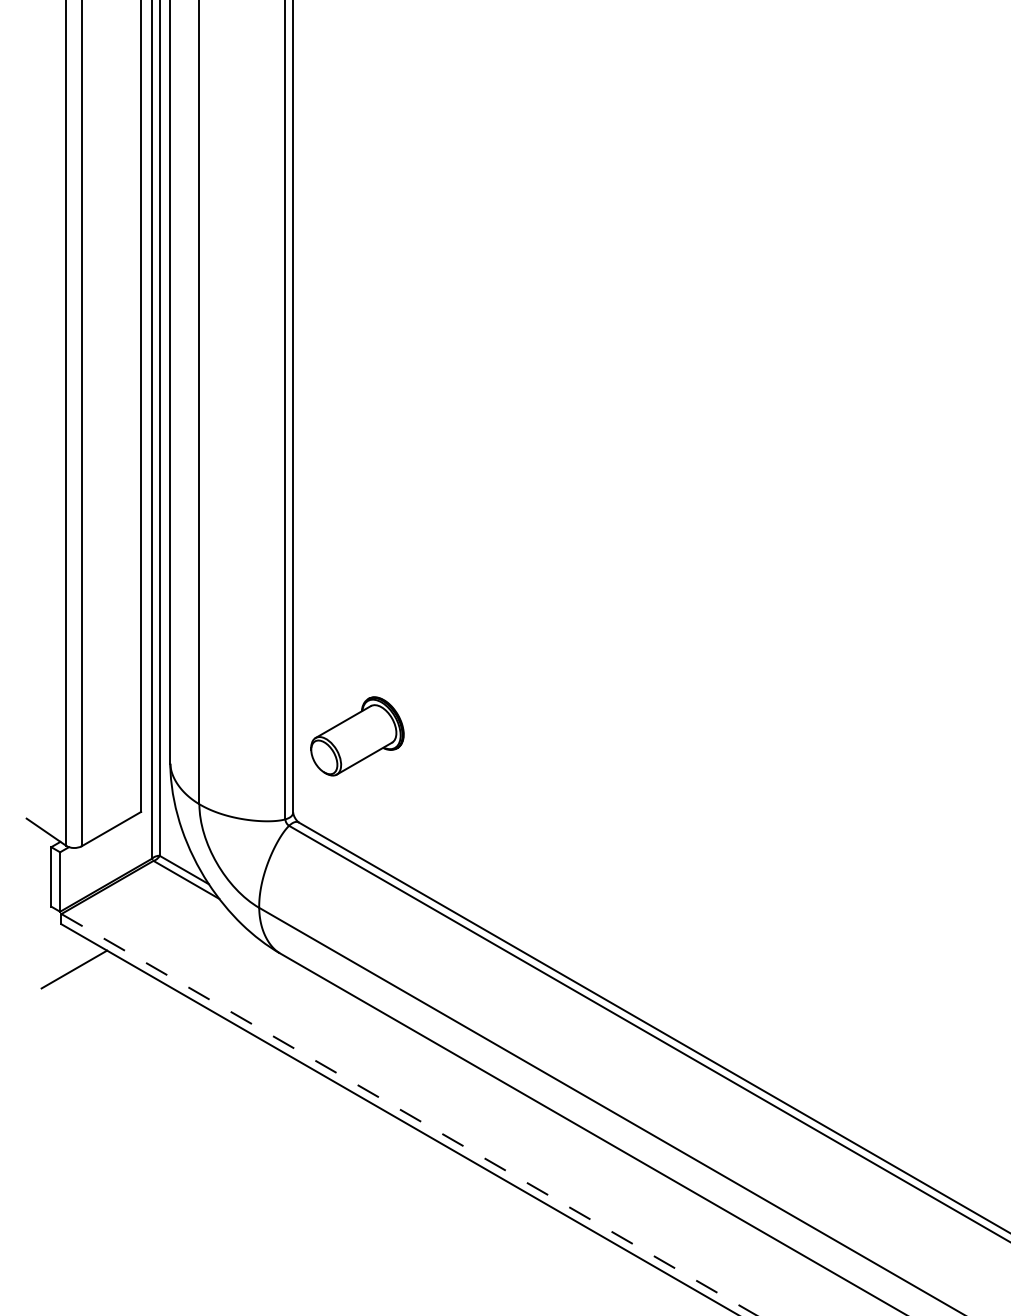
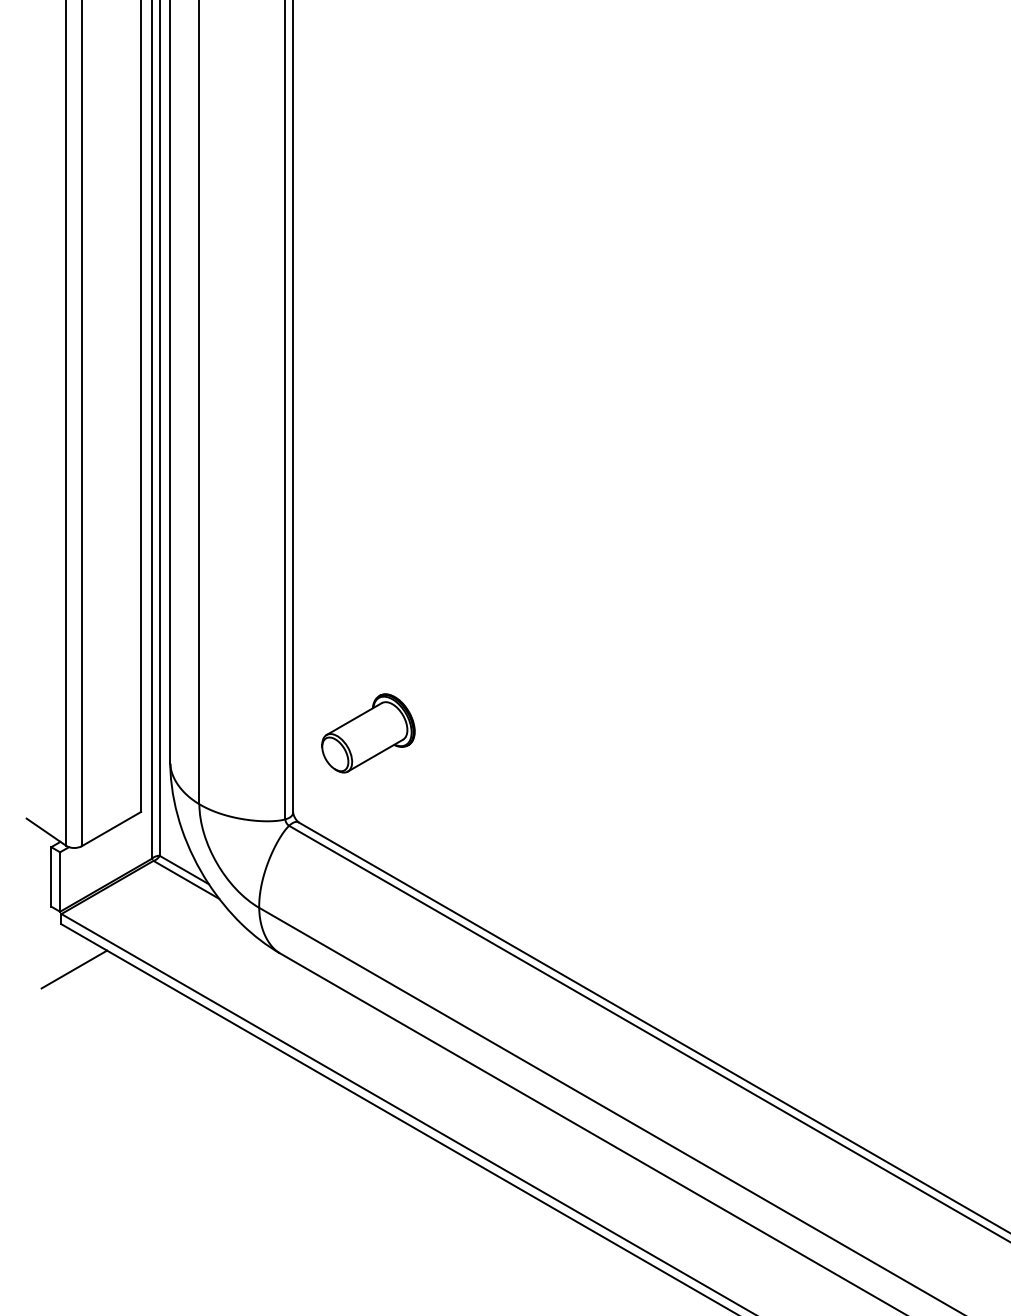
part at (357, 736) position: (357, 736) -> (368, 733)
line at (409, 1115): dashed -> solid
